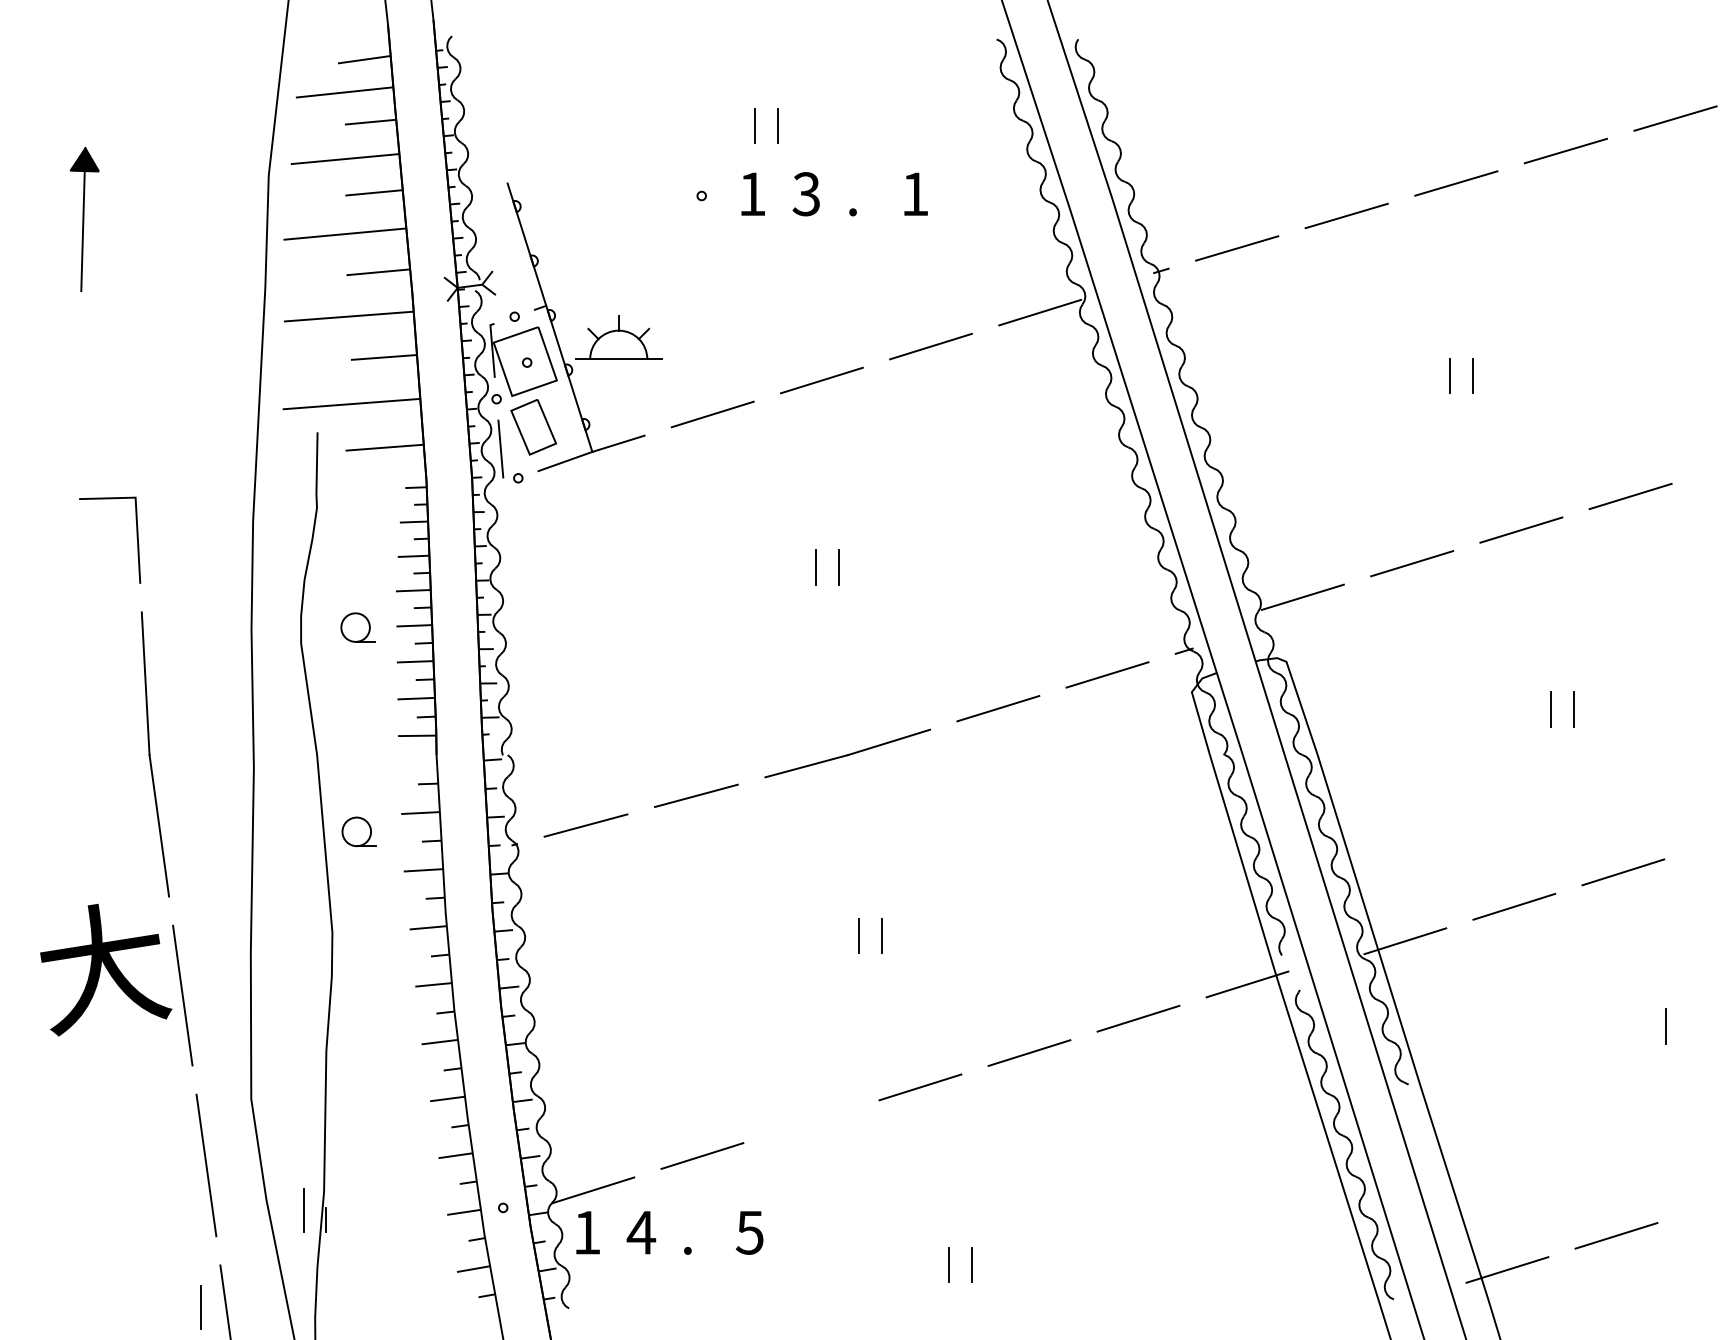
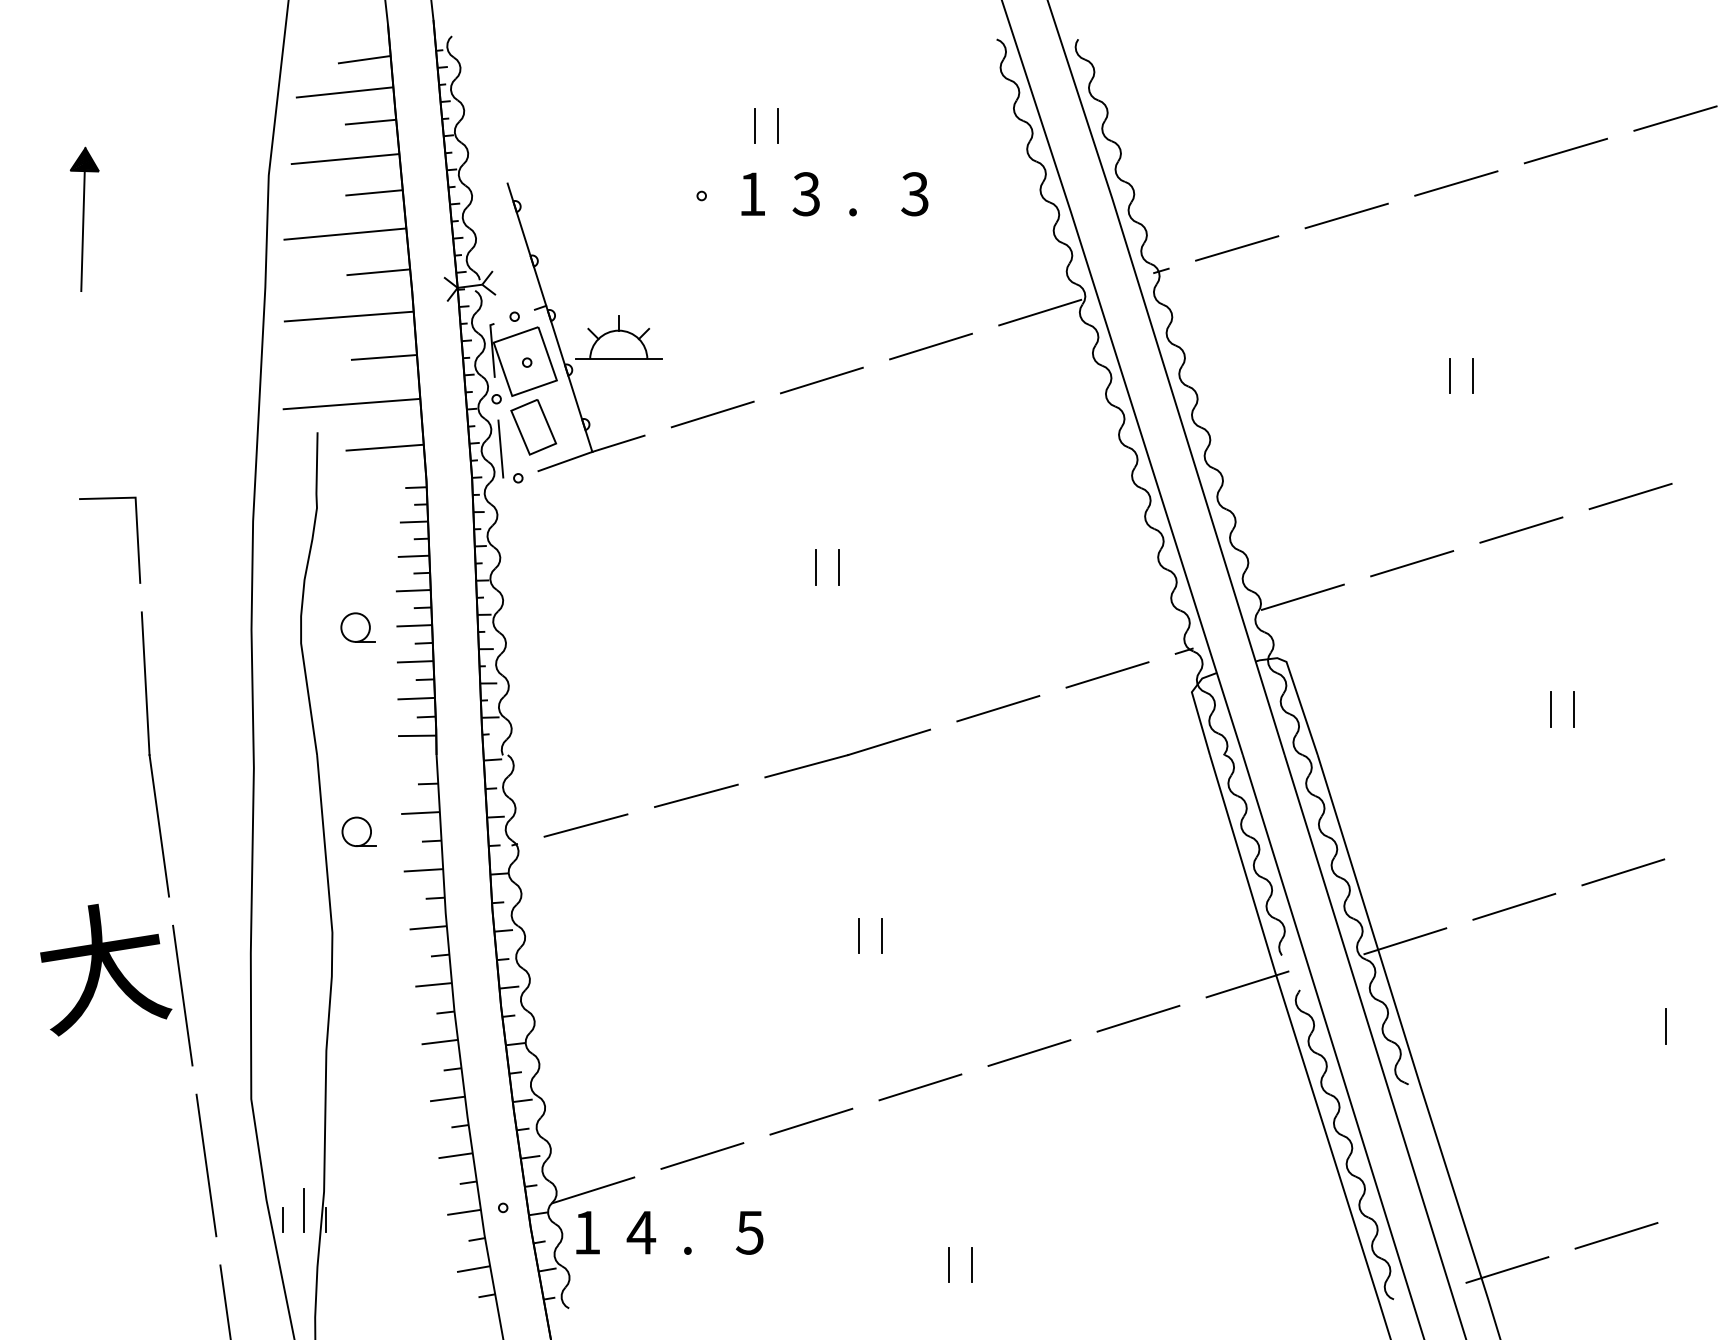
text at (914, 194): 1 -> 3
line at (811, 1121): none -> present
line at (282, 1220): none -> present
line at (200, 1307): present -> none
